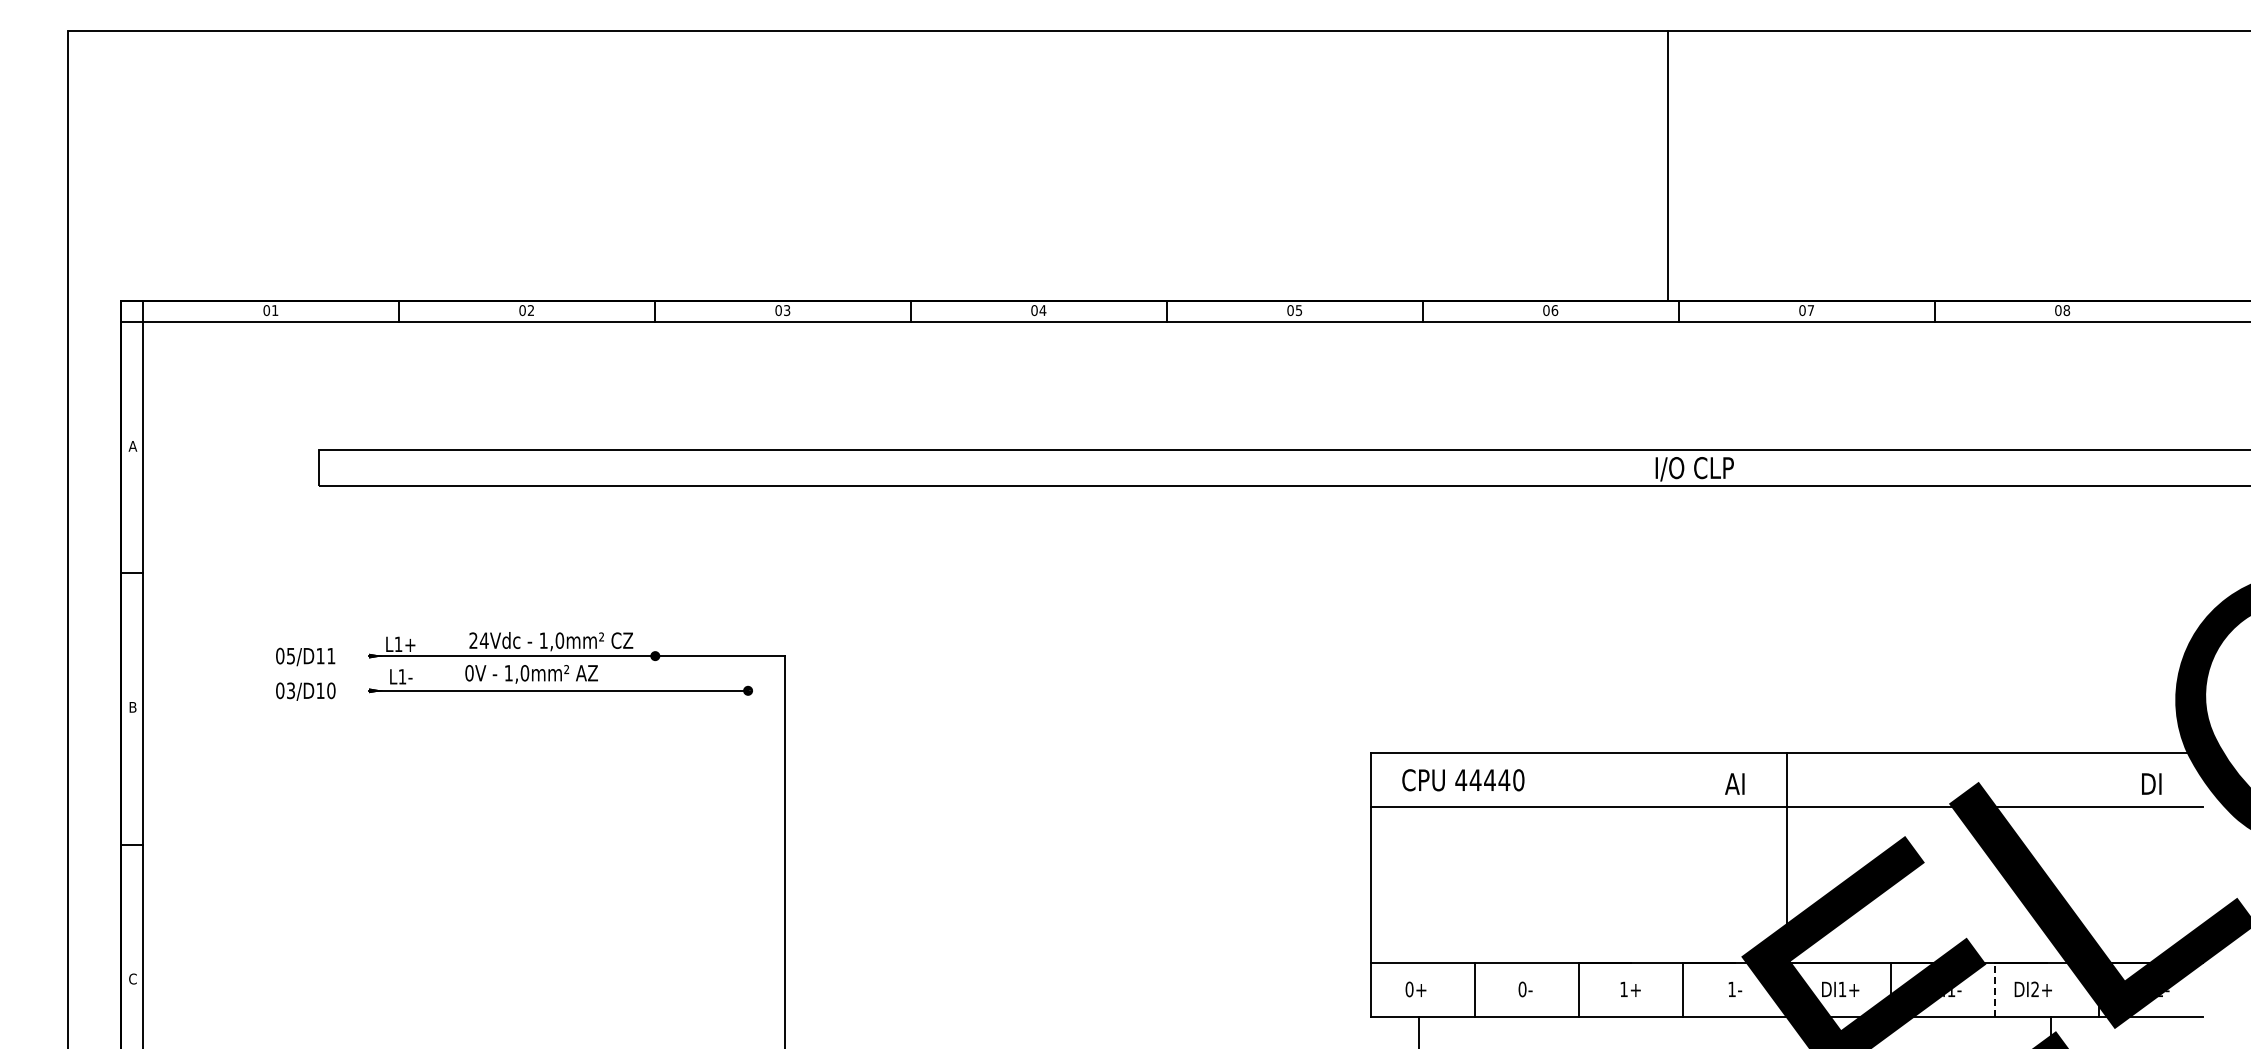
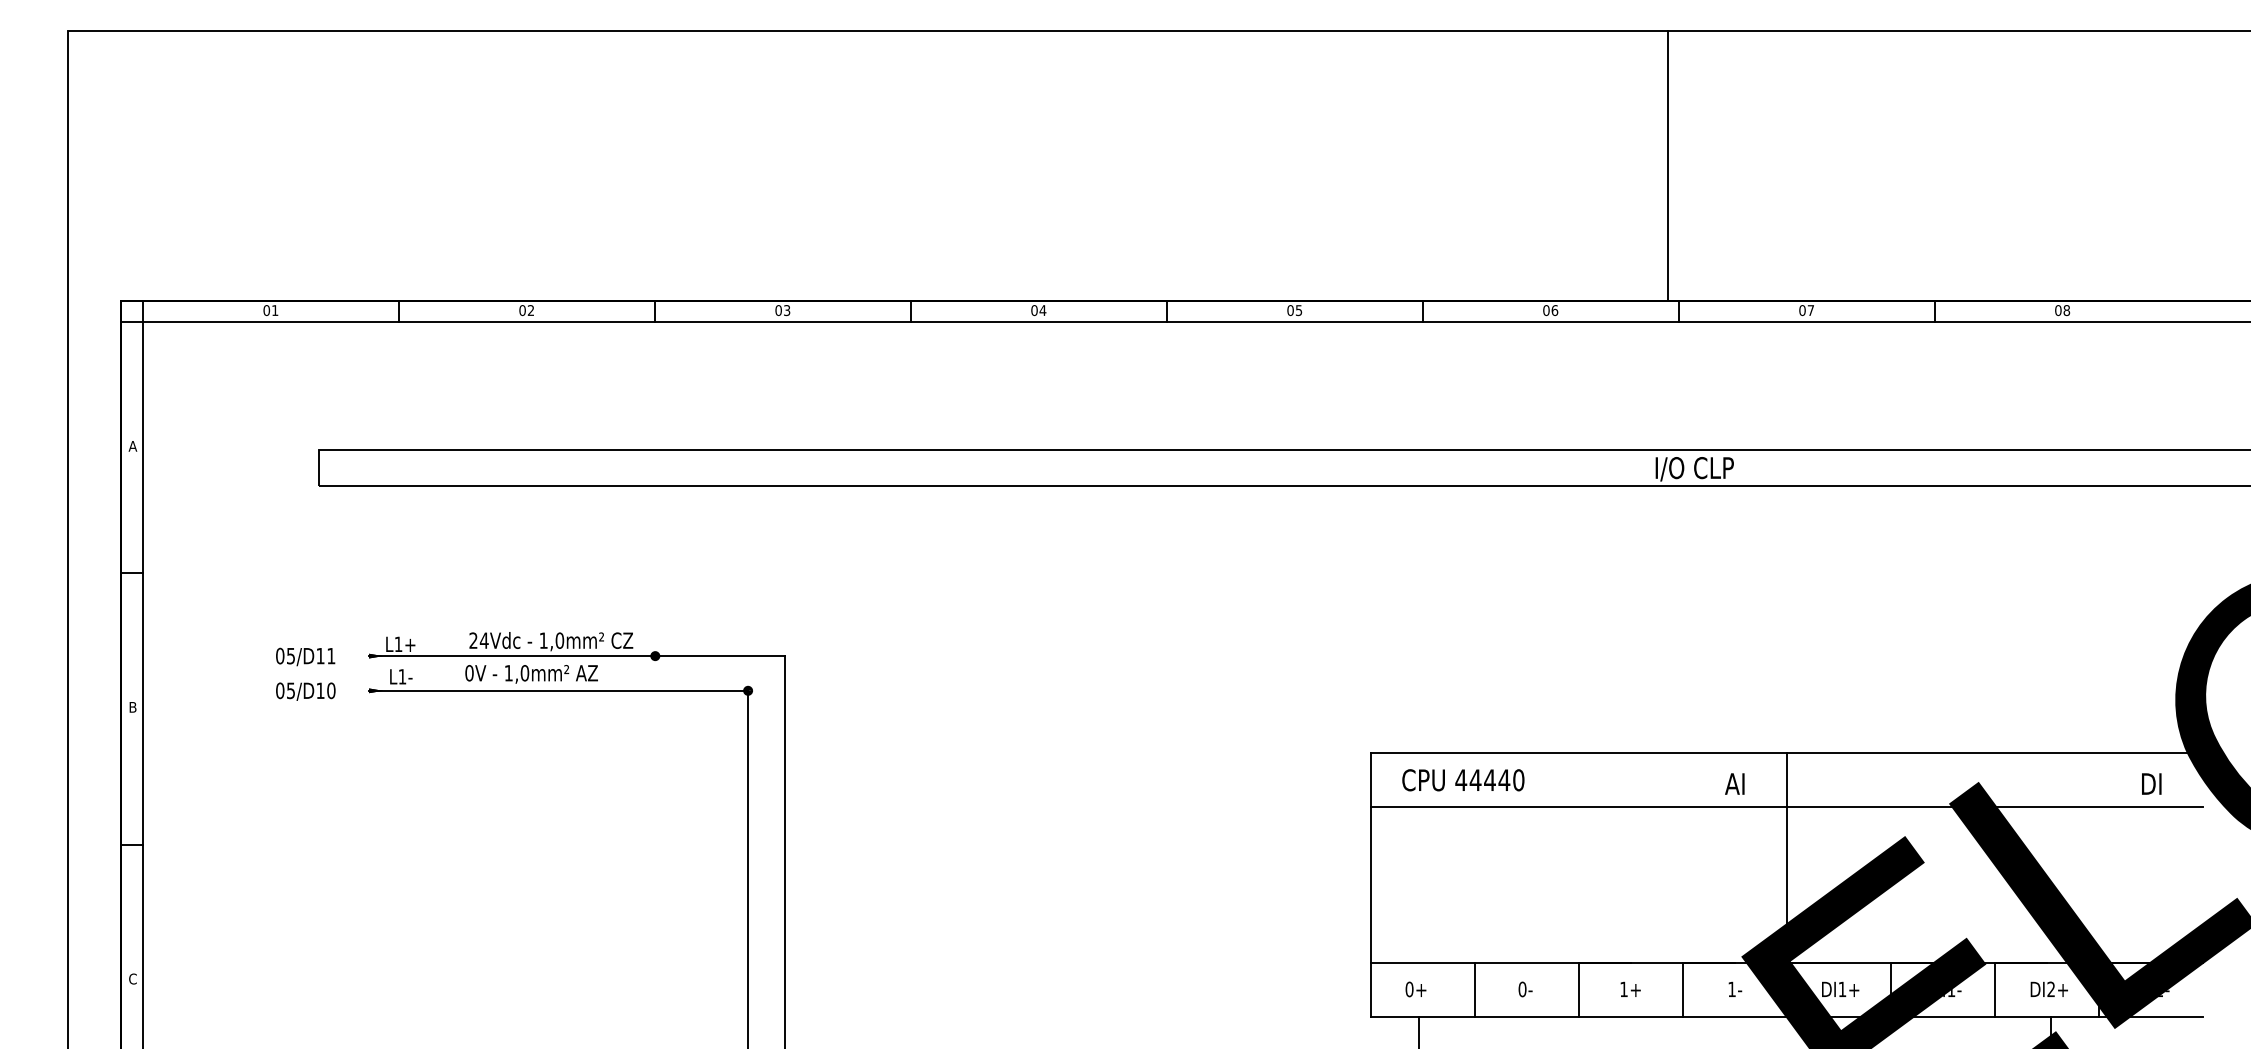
text at (290, 690): 03/D10 -> 05/D10
line at (748, 869): none -> present
text at (2032, 988) position: (2032, 988) -> (2048, 988)
line at (1995, 990): dashed -> solid
